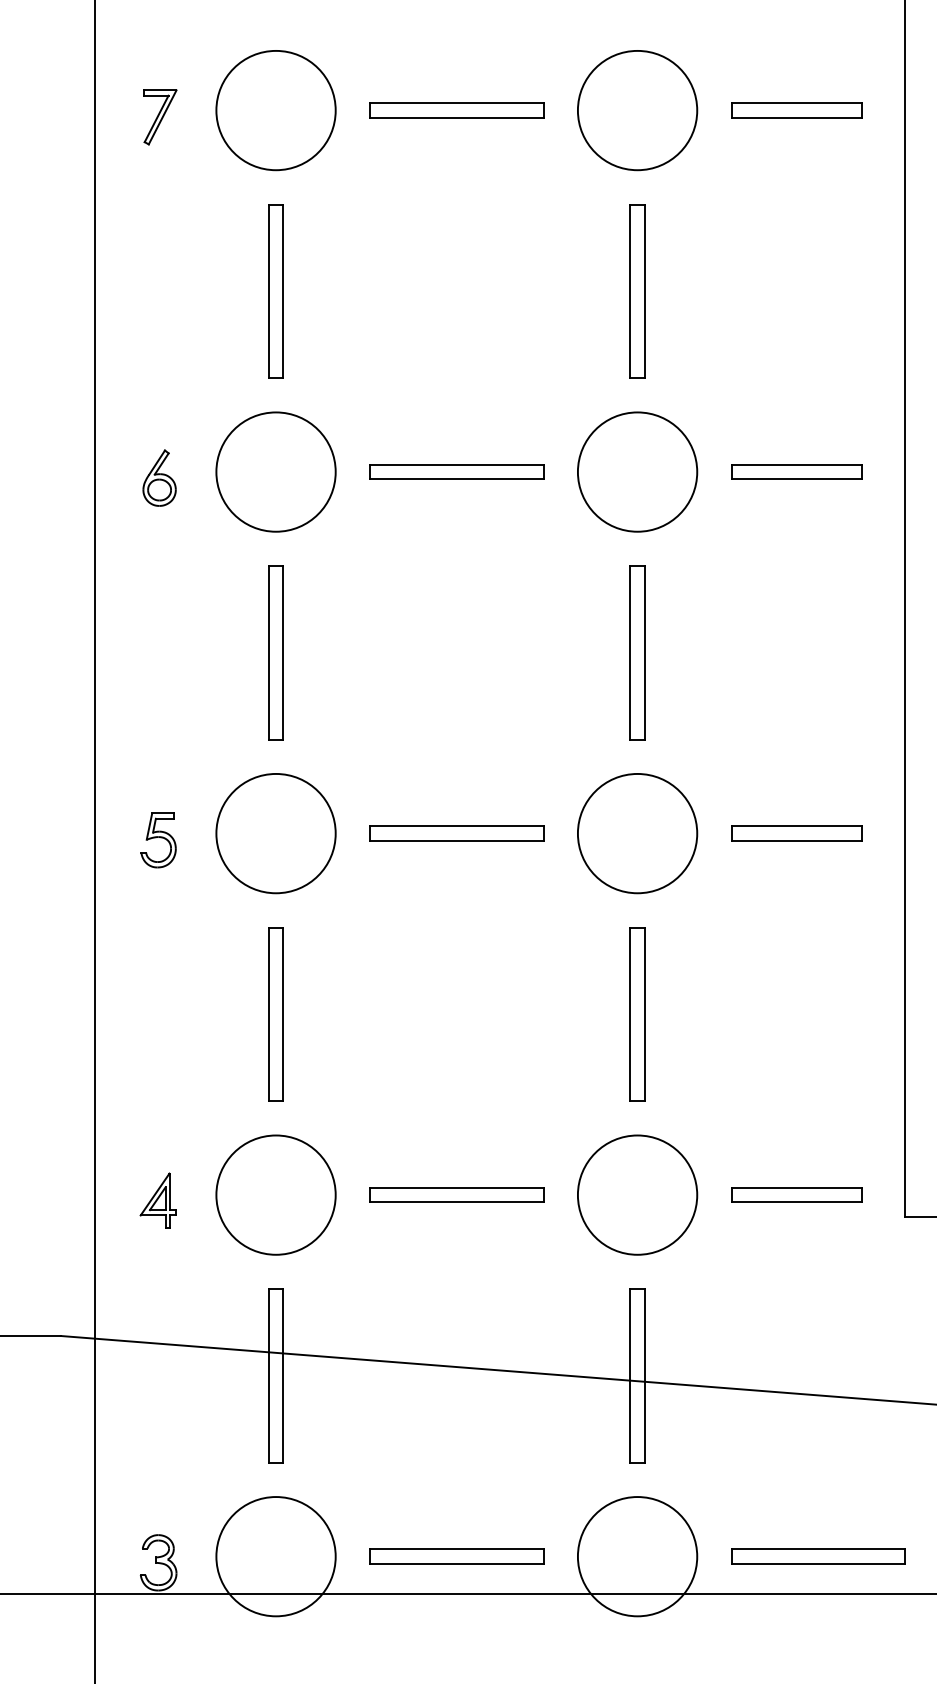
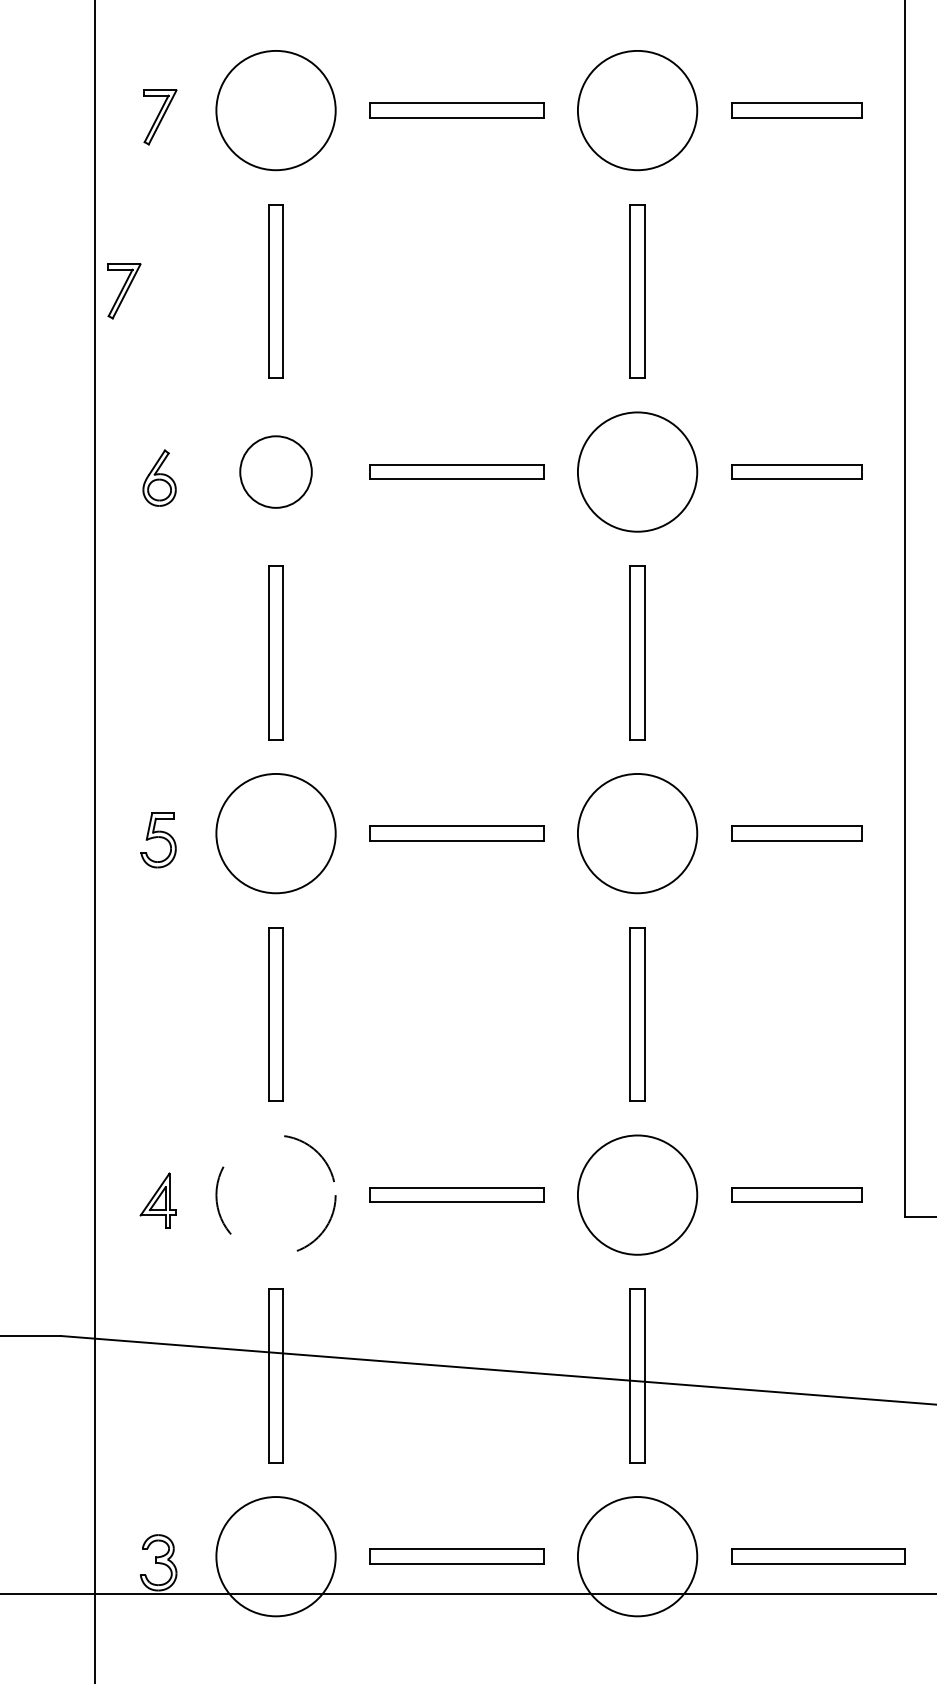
part at (124, 291): none -> present
circle at (275, 471) diameter: 119 px -> 72 px
circle at (275, 1194): solid -> dashed
